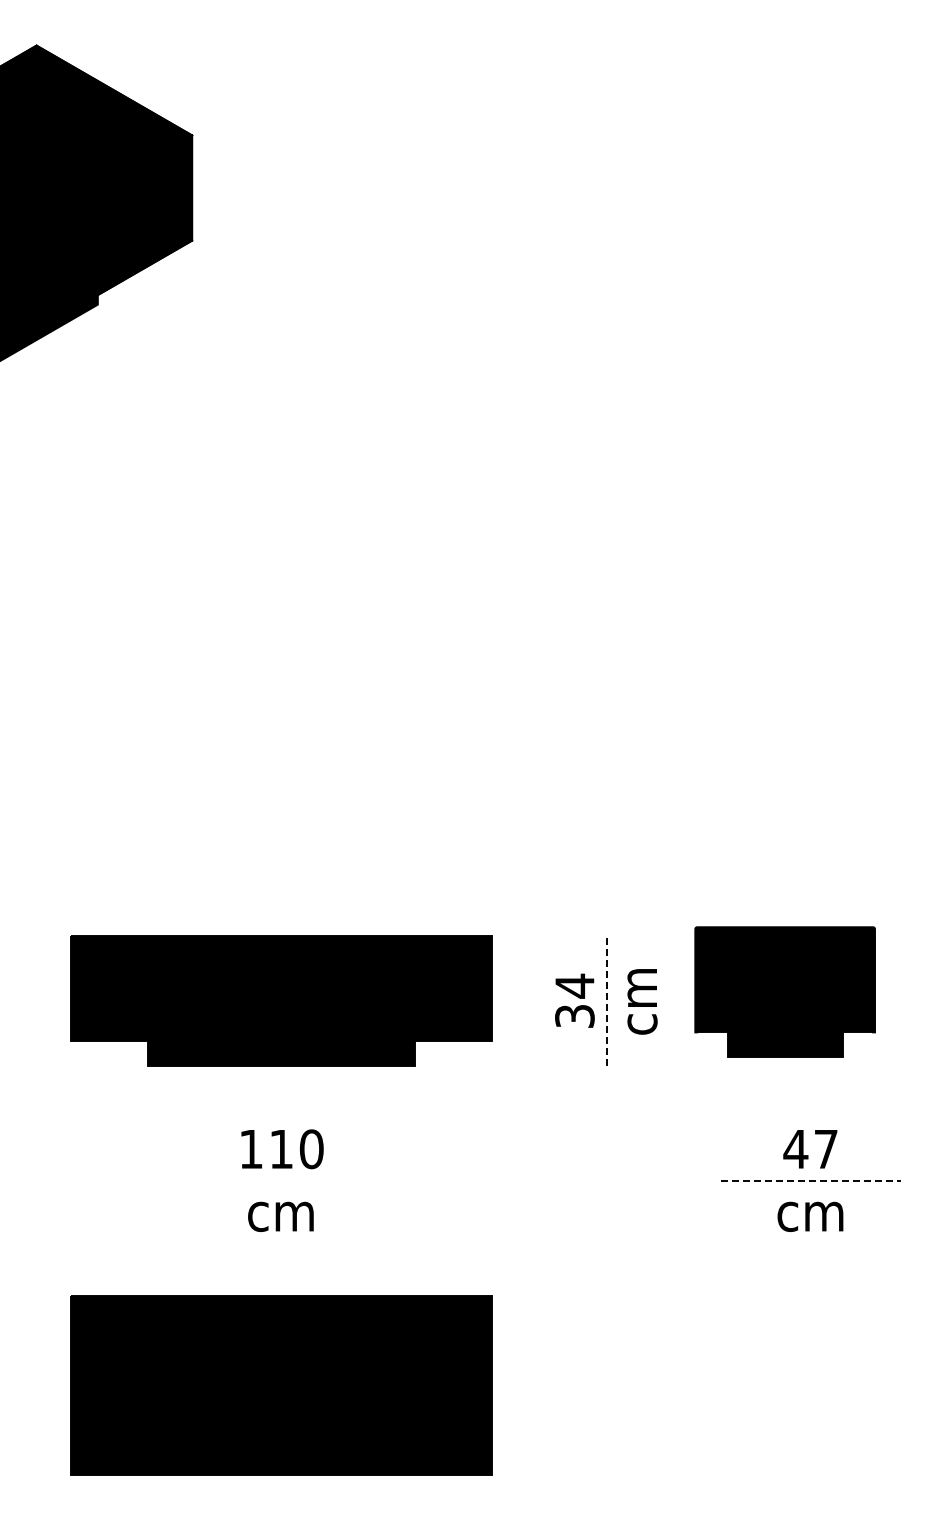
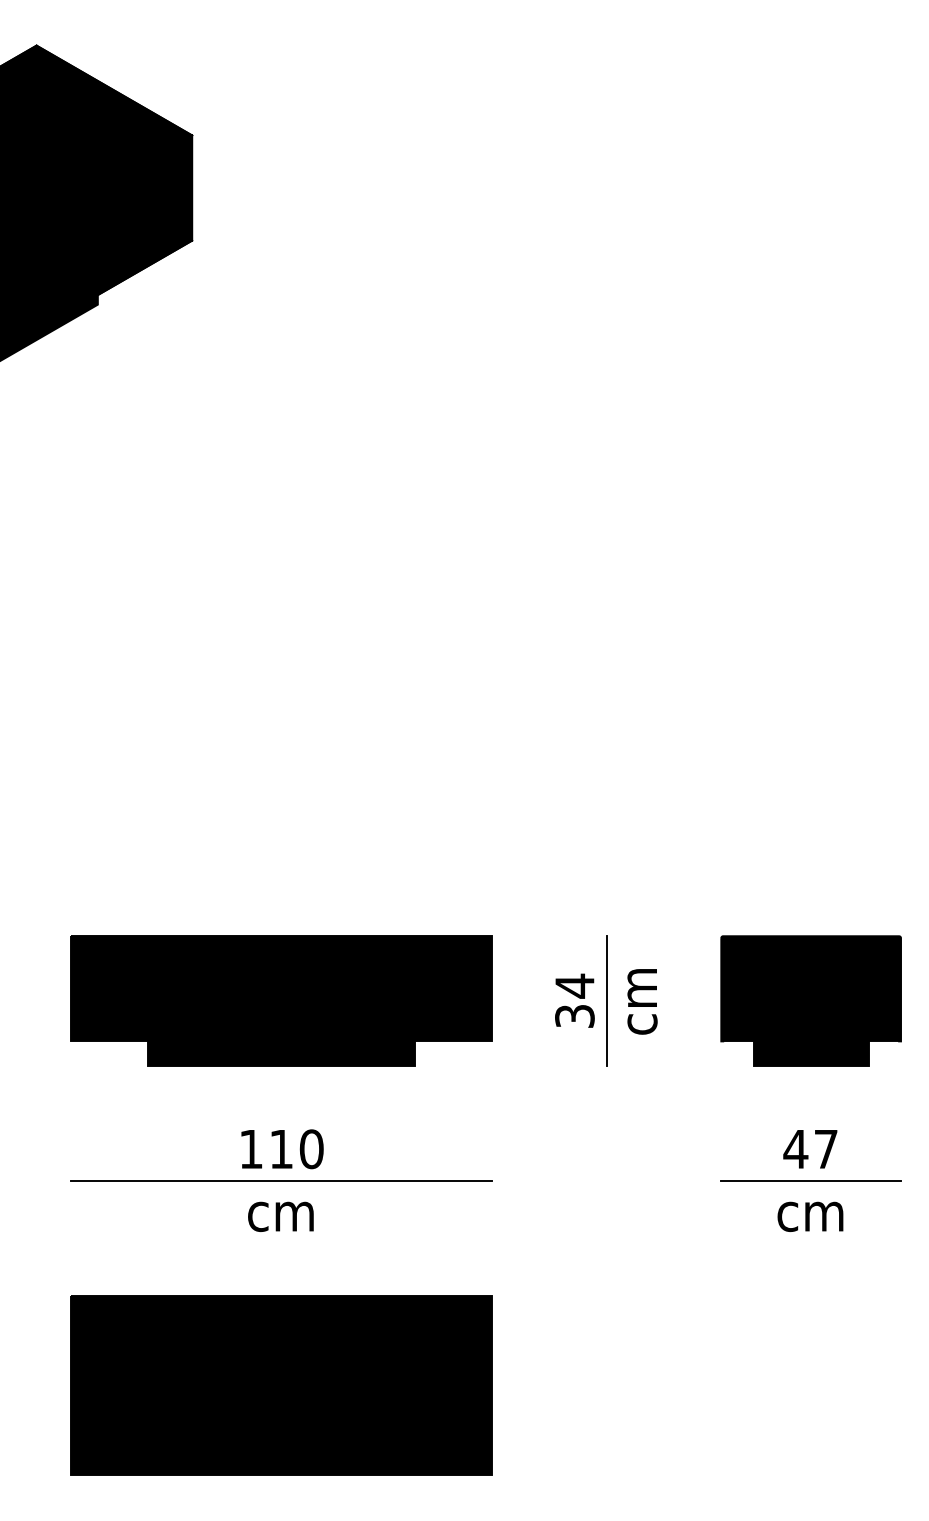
part at (784, 991) position: (784, 991) -> (810, 1000)
line at (606, 1000): dashed -> solid
line at (281, 1180): none -> present
line at (811, 1180): dashed -> solid
